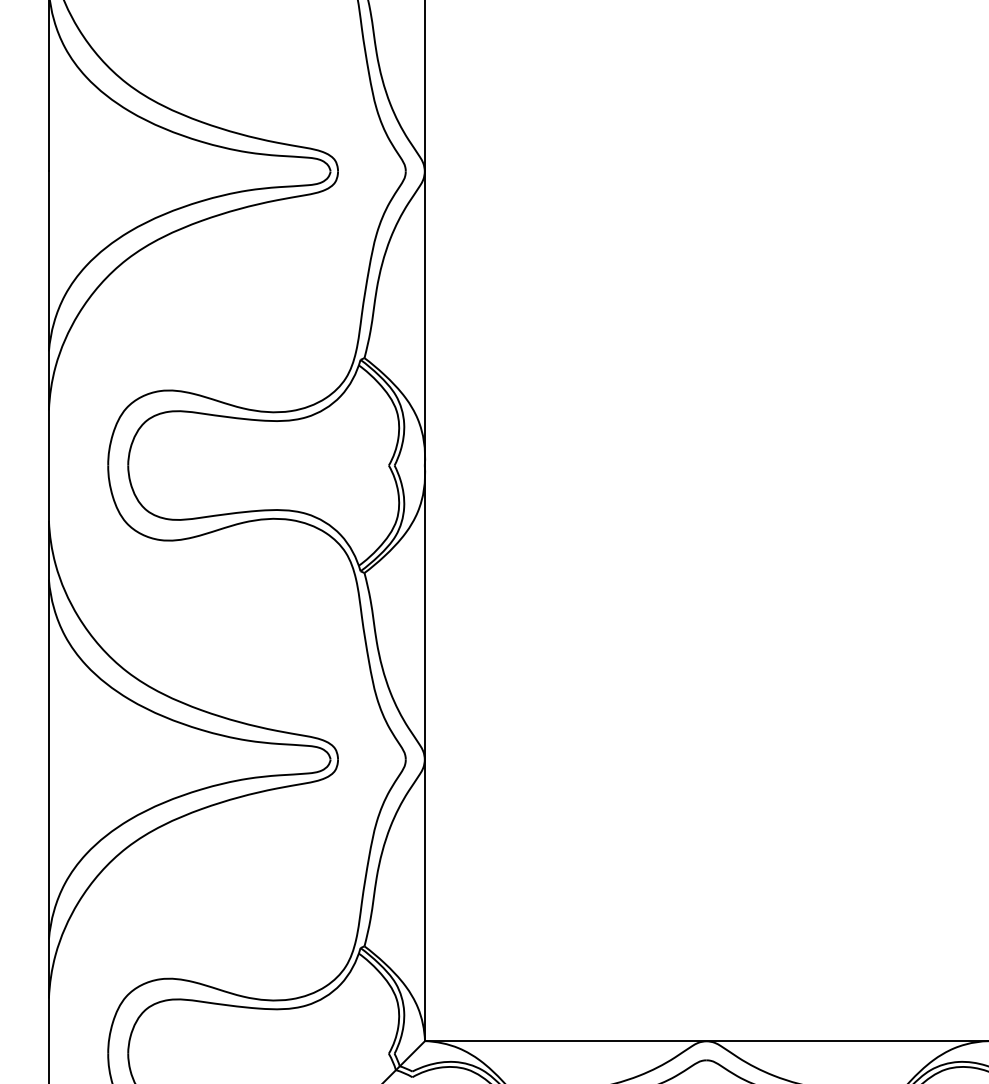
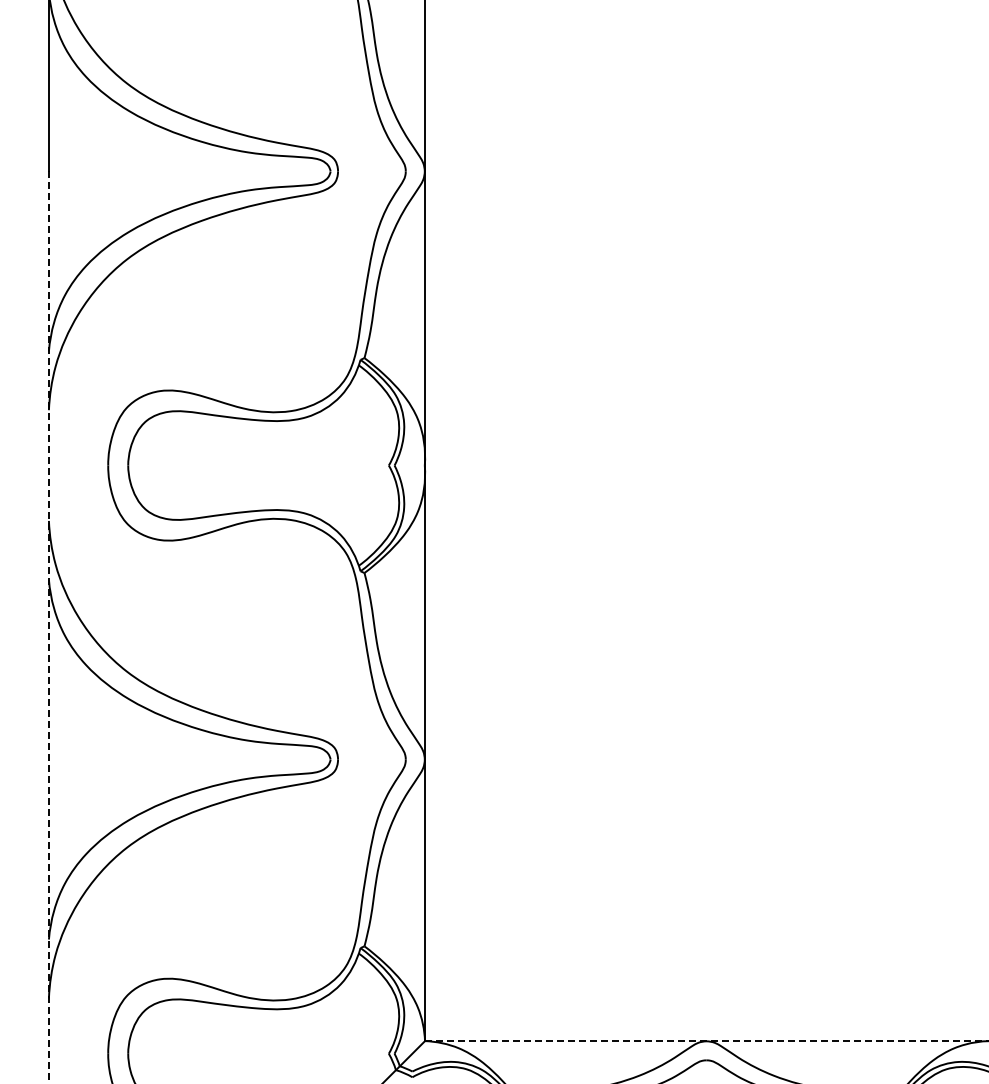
line at (48, 627): solid -> dashed
line at (706, 1041): solid -> dashed
